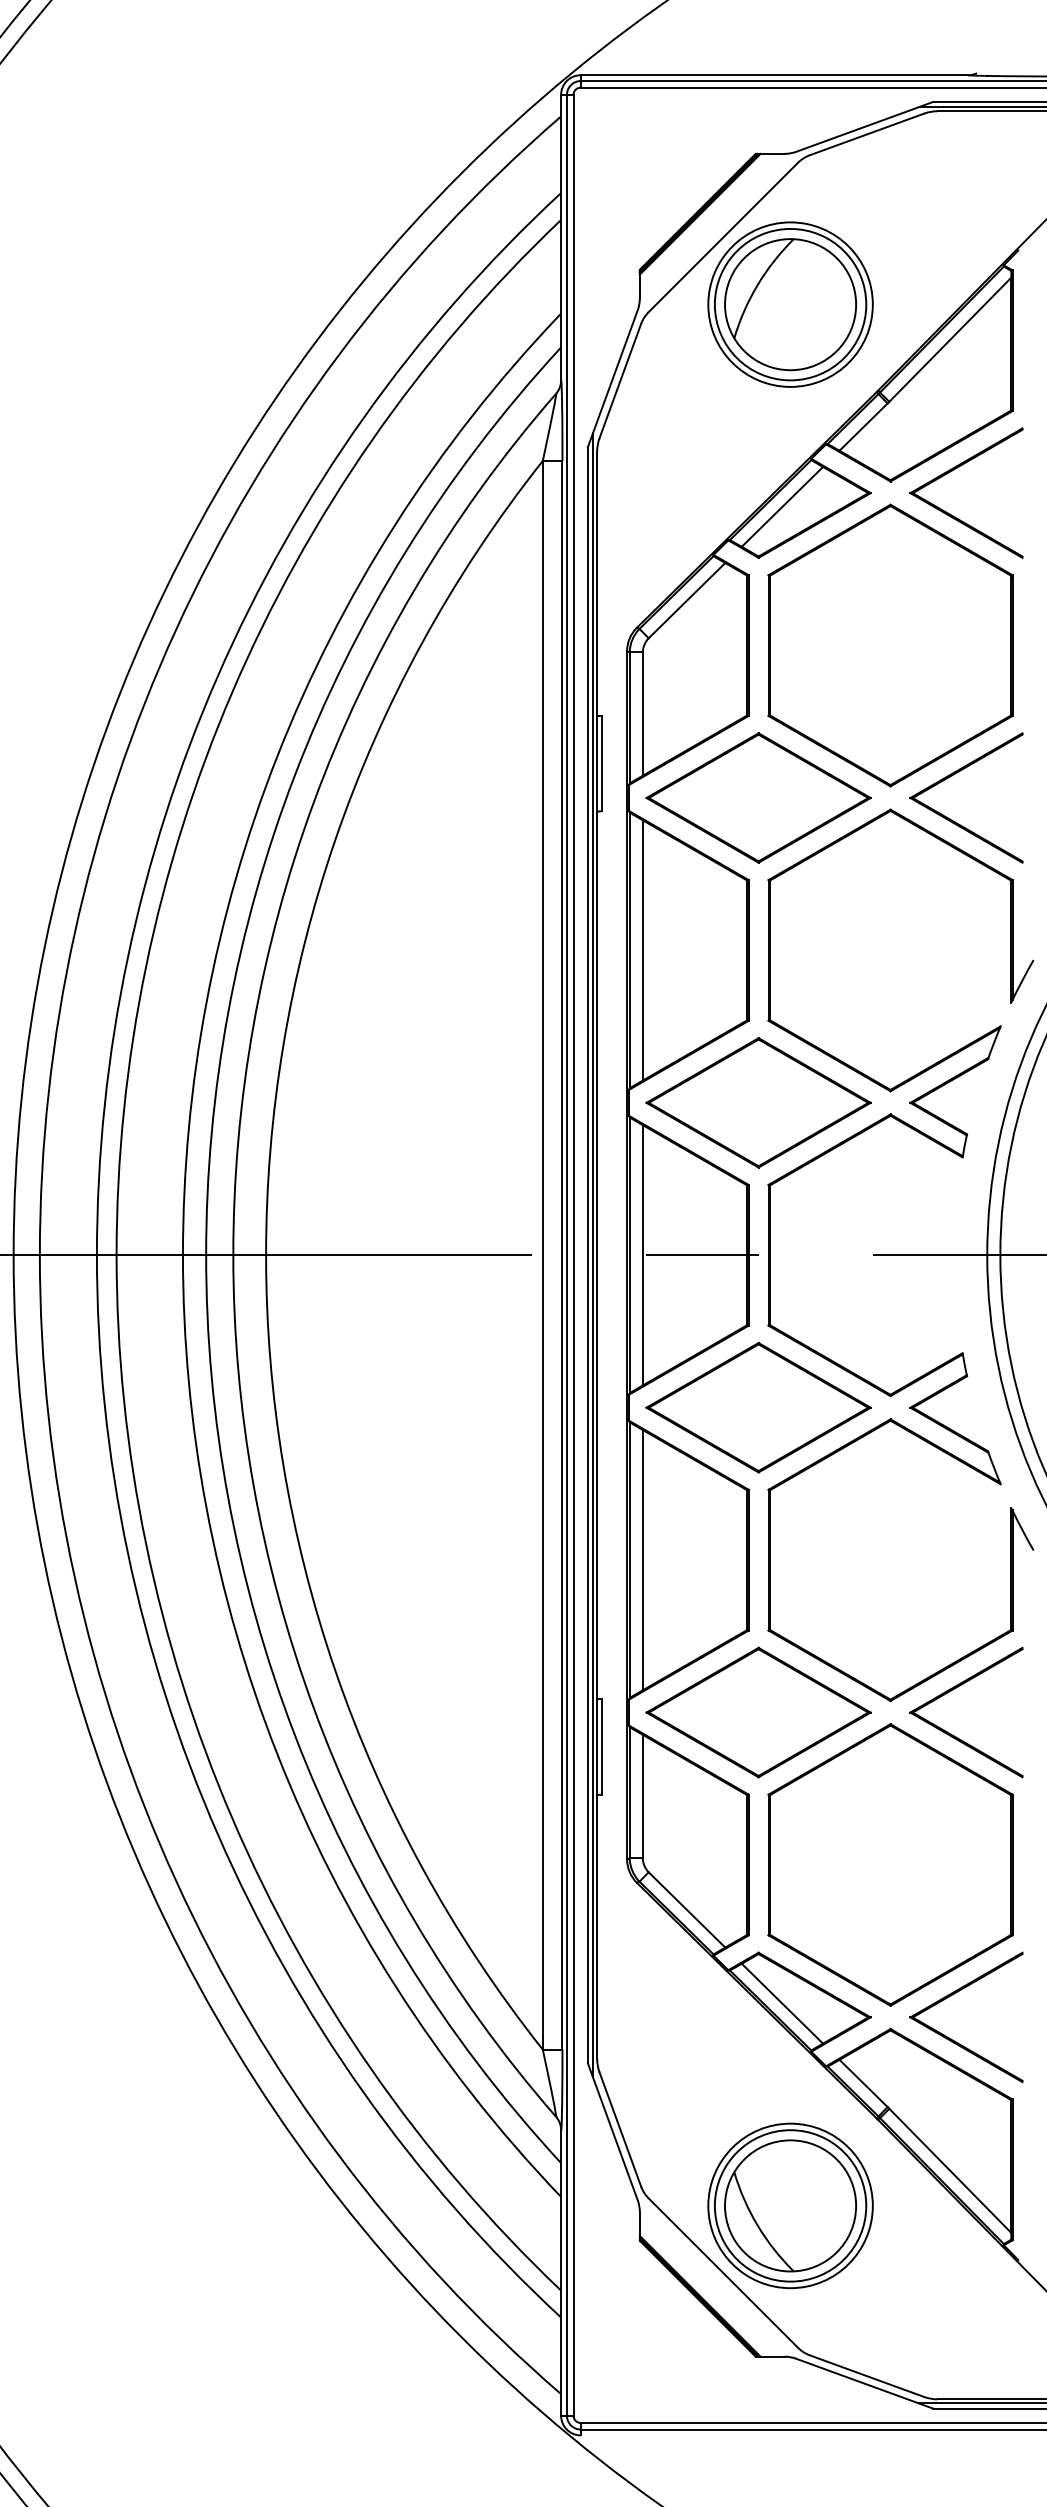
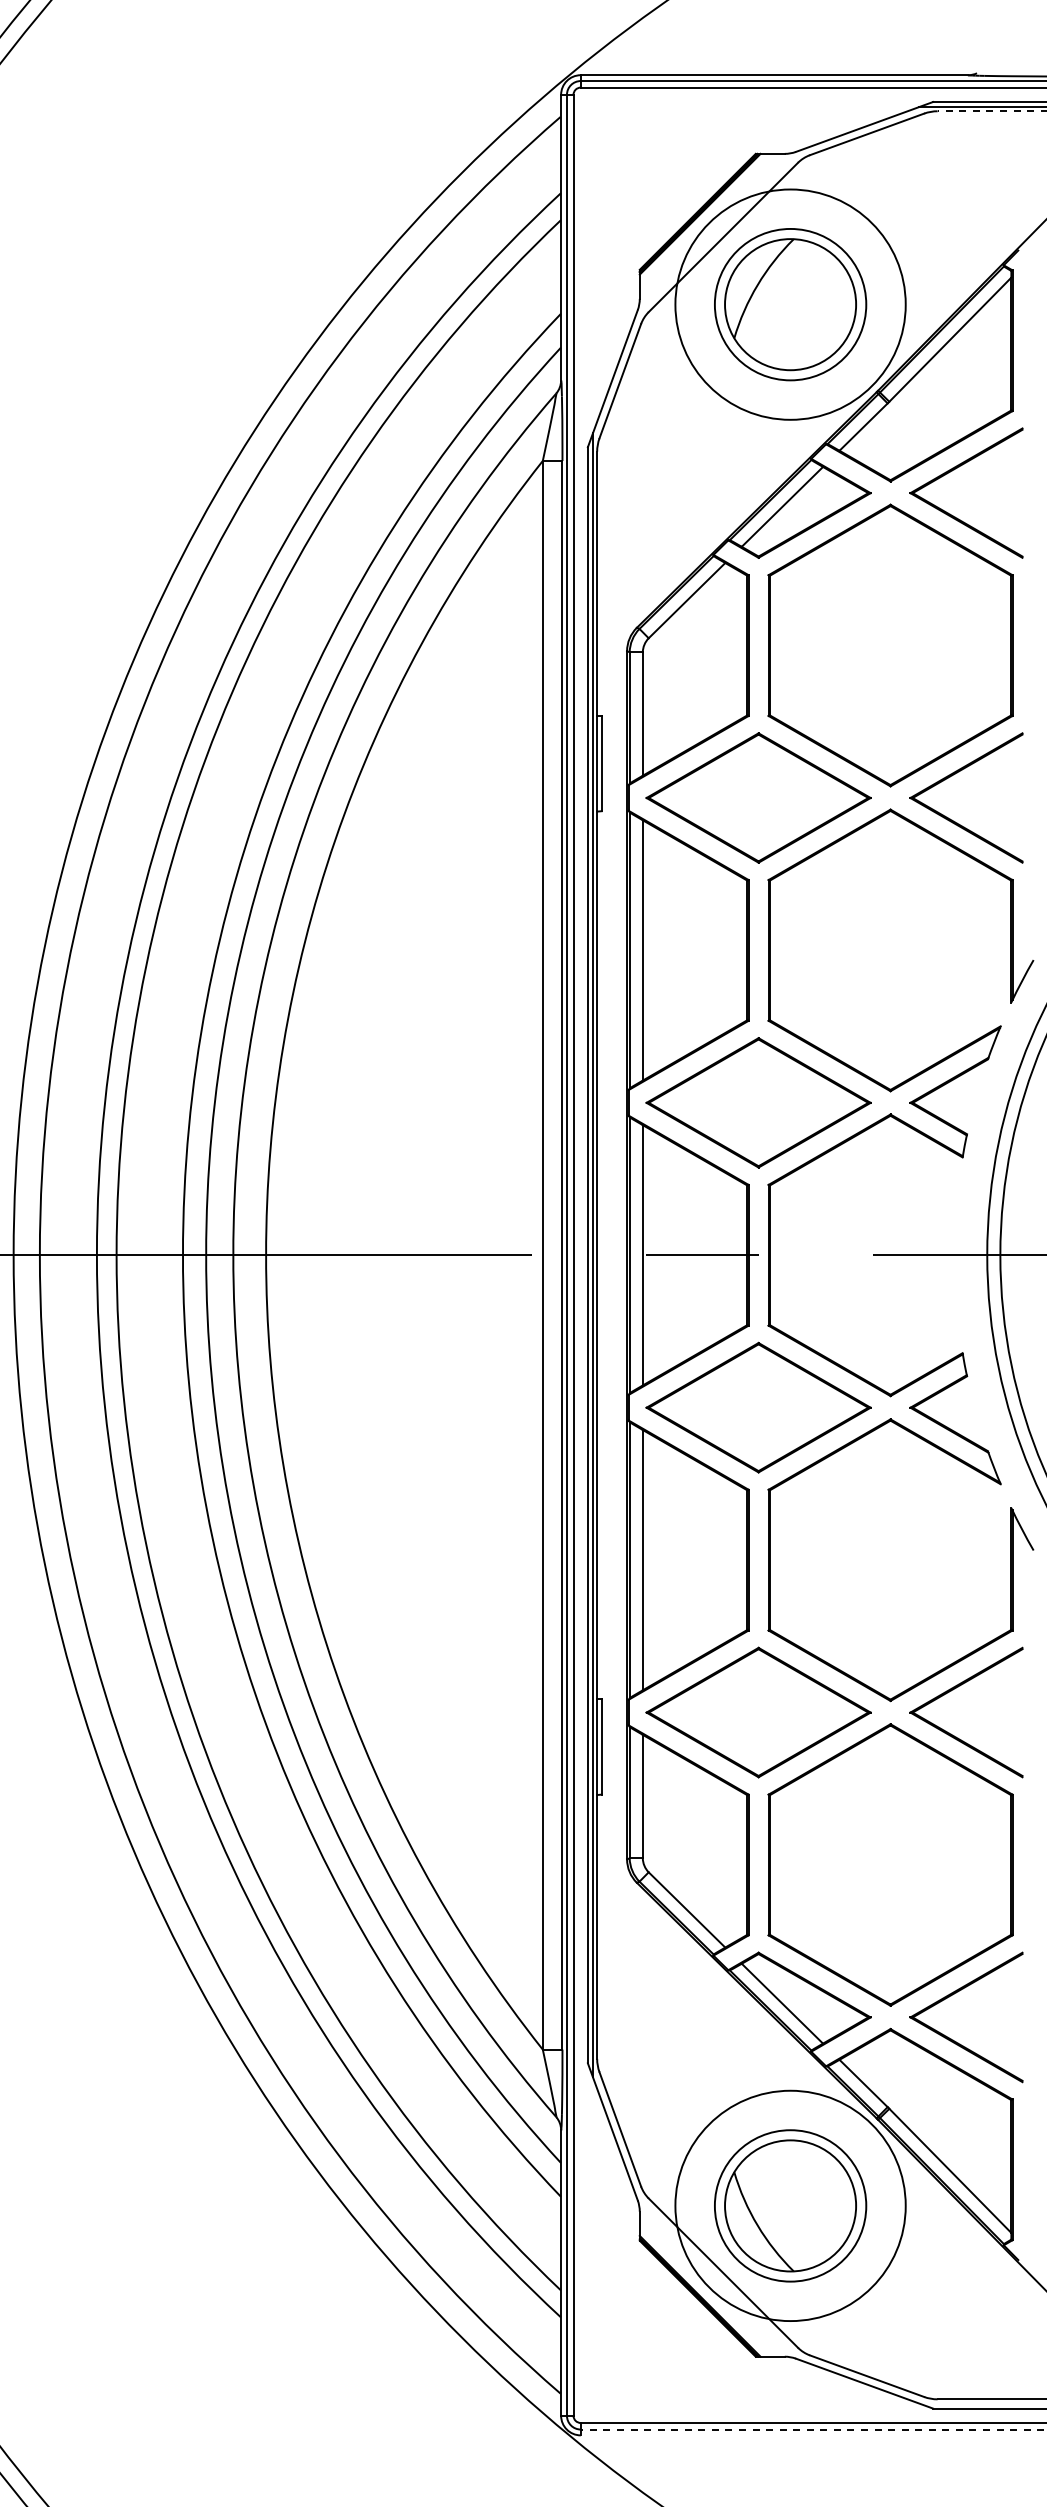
line at (991, 111): solid -> dashed
circle at (790, 304) diameter: 165 px -> 230 px
circle at (790, 2205) diameter: 165 px -> 230 px
line at (981, 2403): present -> none
line at (813, 2429): solid -> dashed
